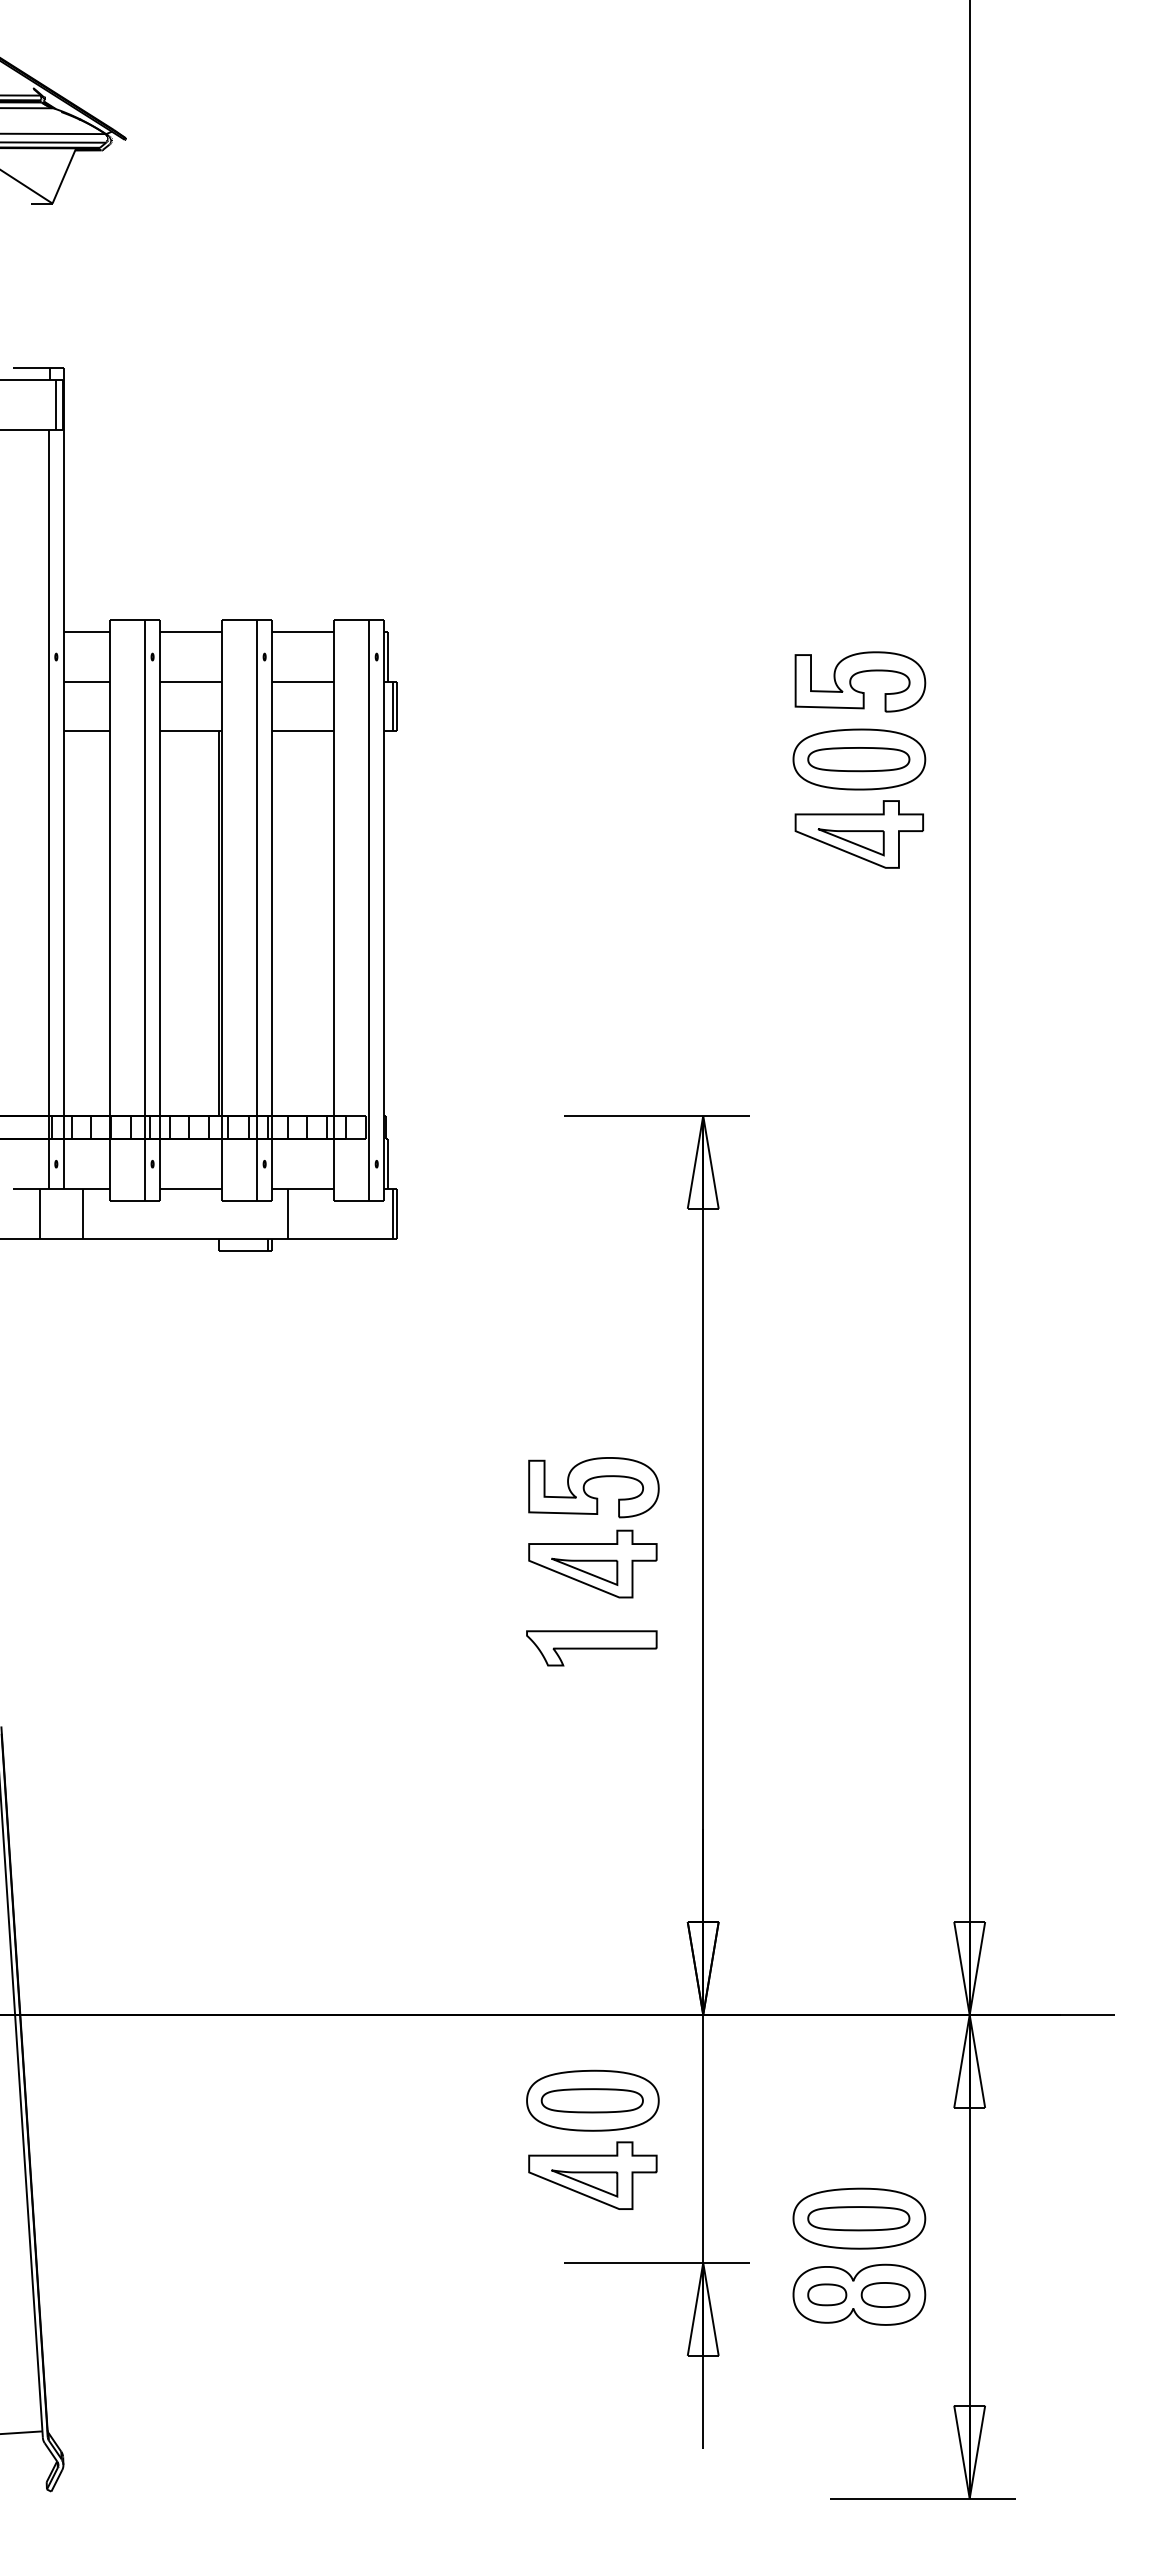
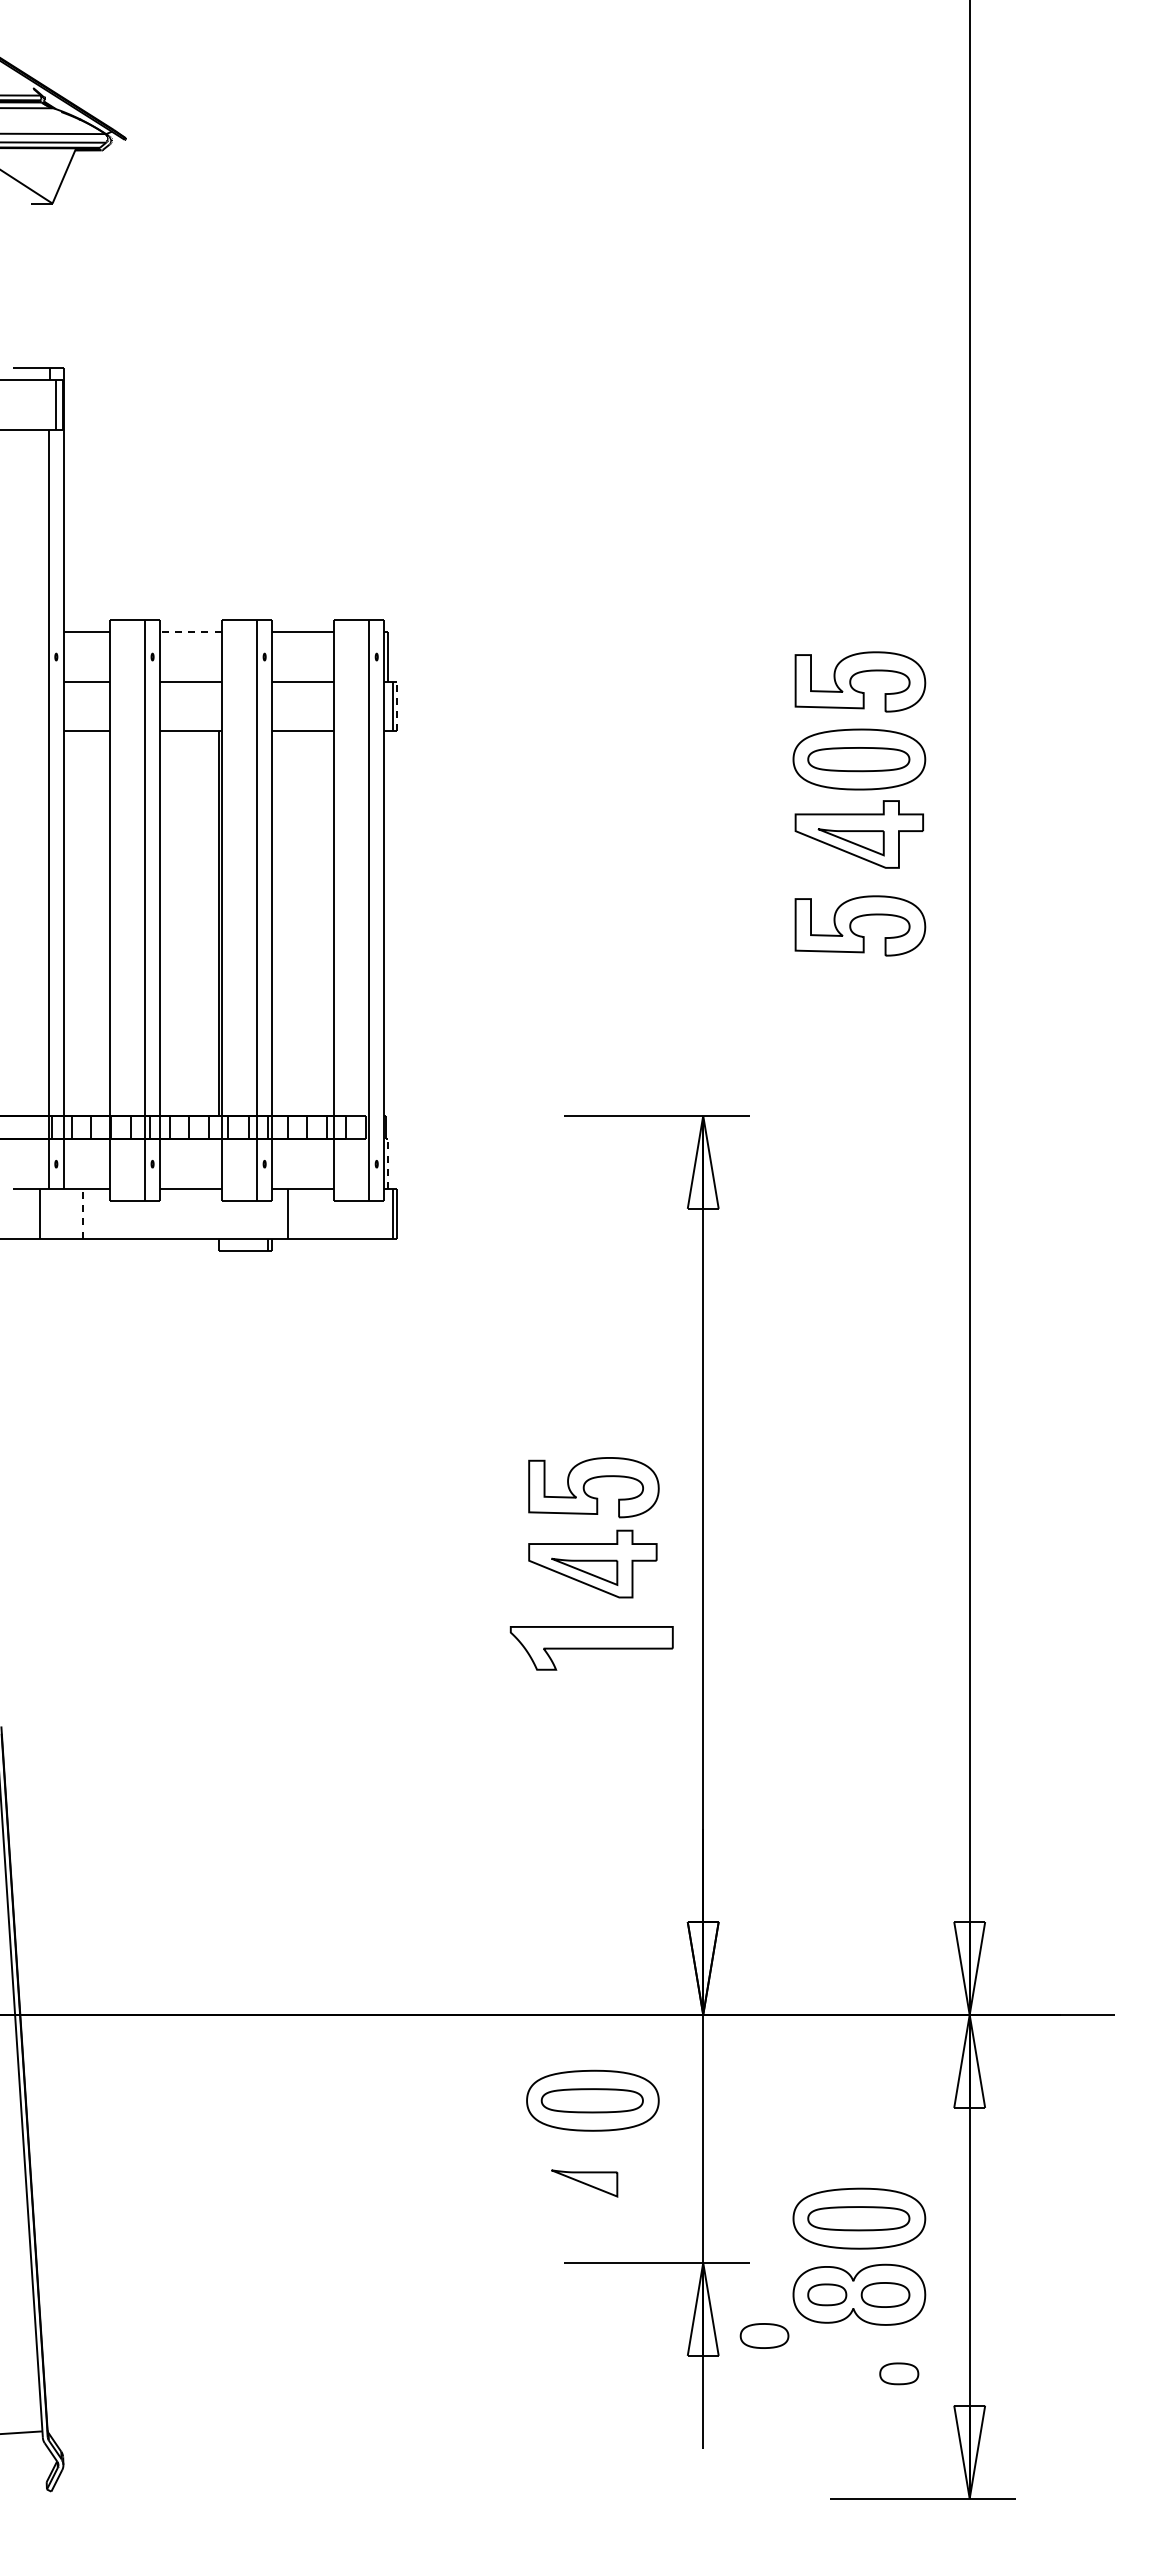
line at (190, 632): solid -> dashed
line at (397, 706): solid -> dashed
part at (857, 918): none -> present
line at (388, 1164): solid -> dashed
line at (83, 1213): solid -> dashed
part at (591, 1648) size: 132x37 px -> 165x45 px
part at (592, 2175): present -> none
part at (764, 2335): none -> present
part at (899, 2373): none -> present
